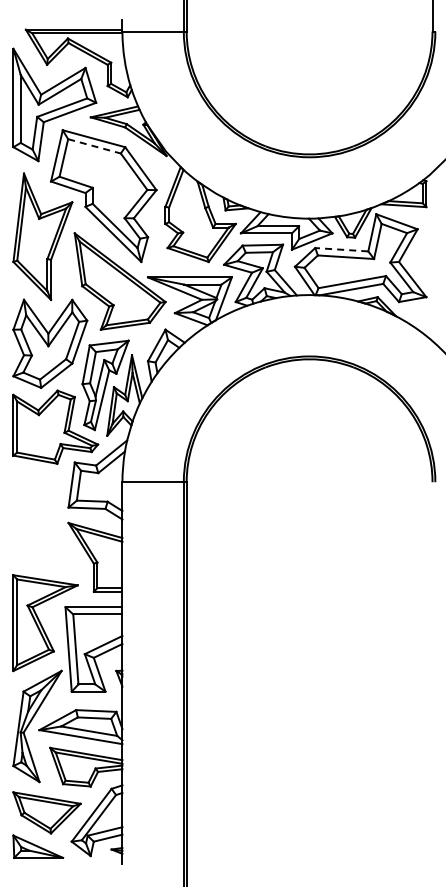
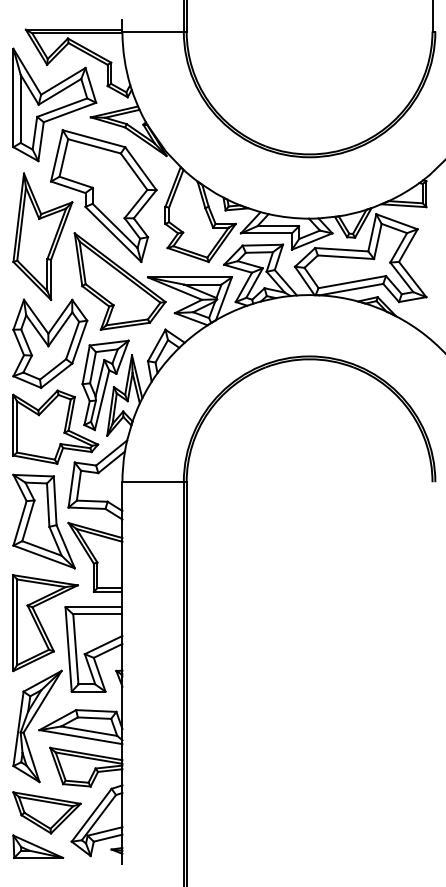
line at (94, 146): dashed -> solid
line at (341, 249): dashed -> solid
part at (43, 521): none -> present
